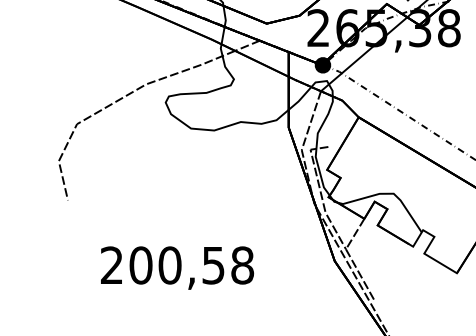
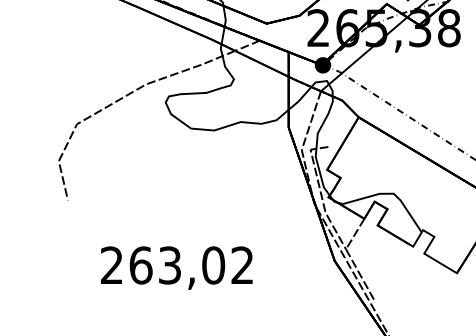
text at (191, 265): 200,58 -> 263,02
